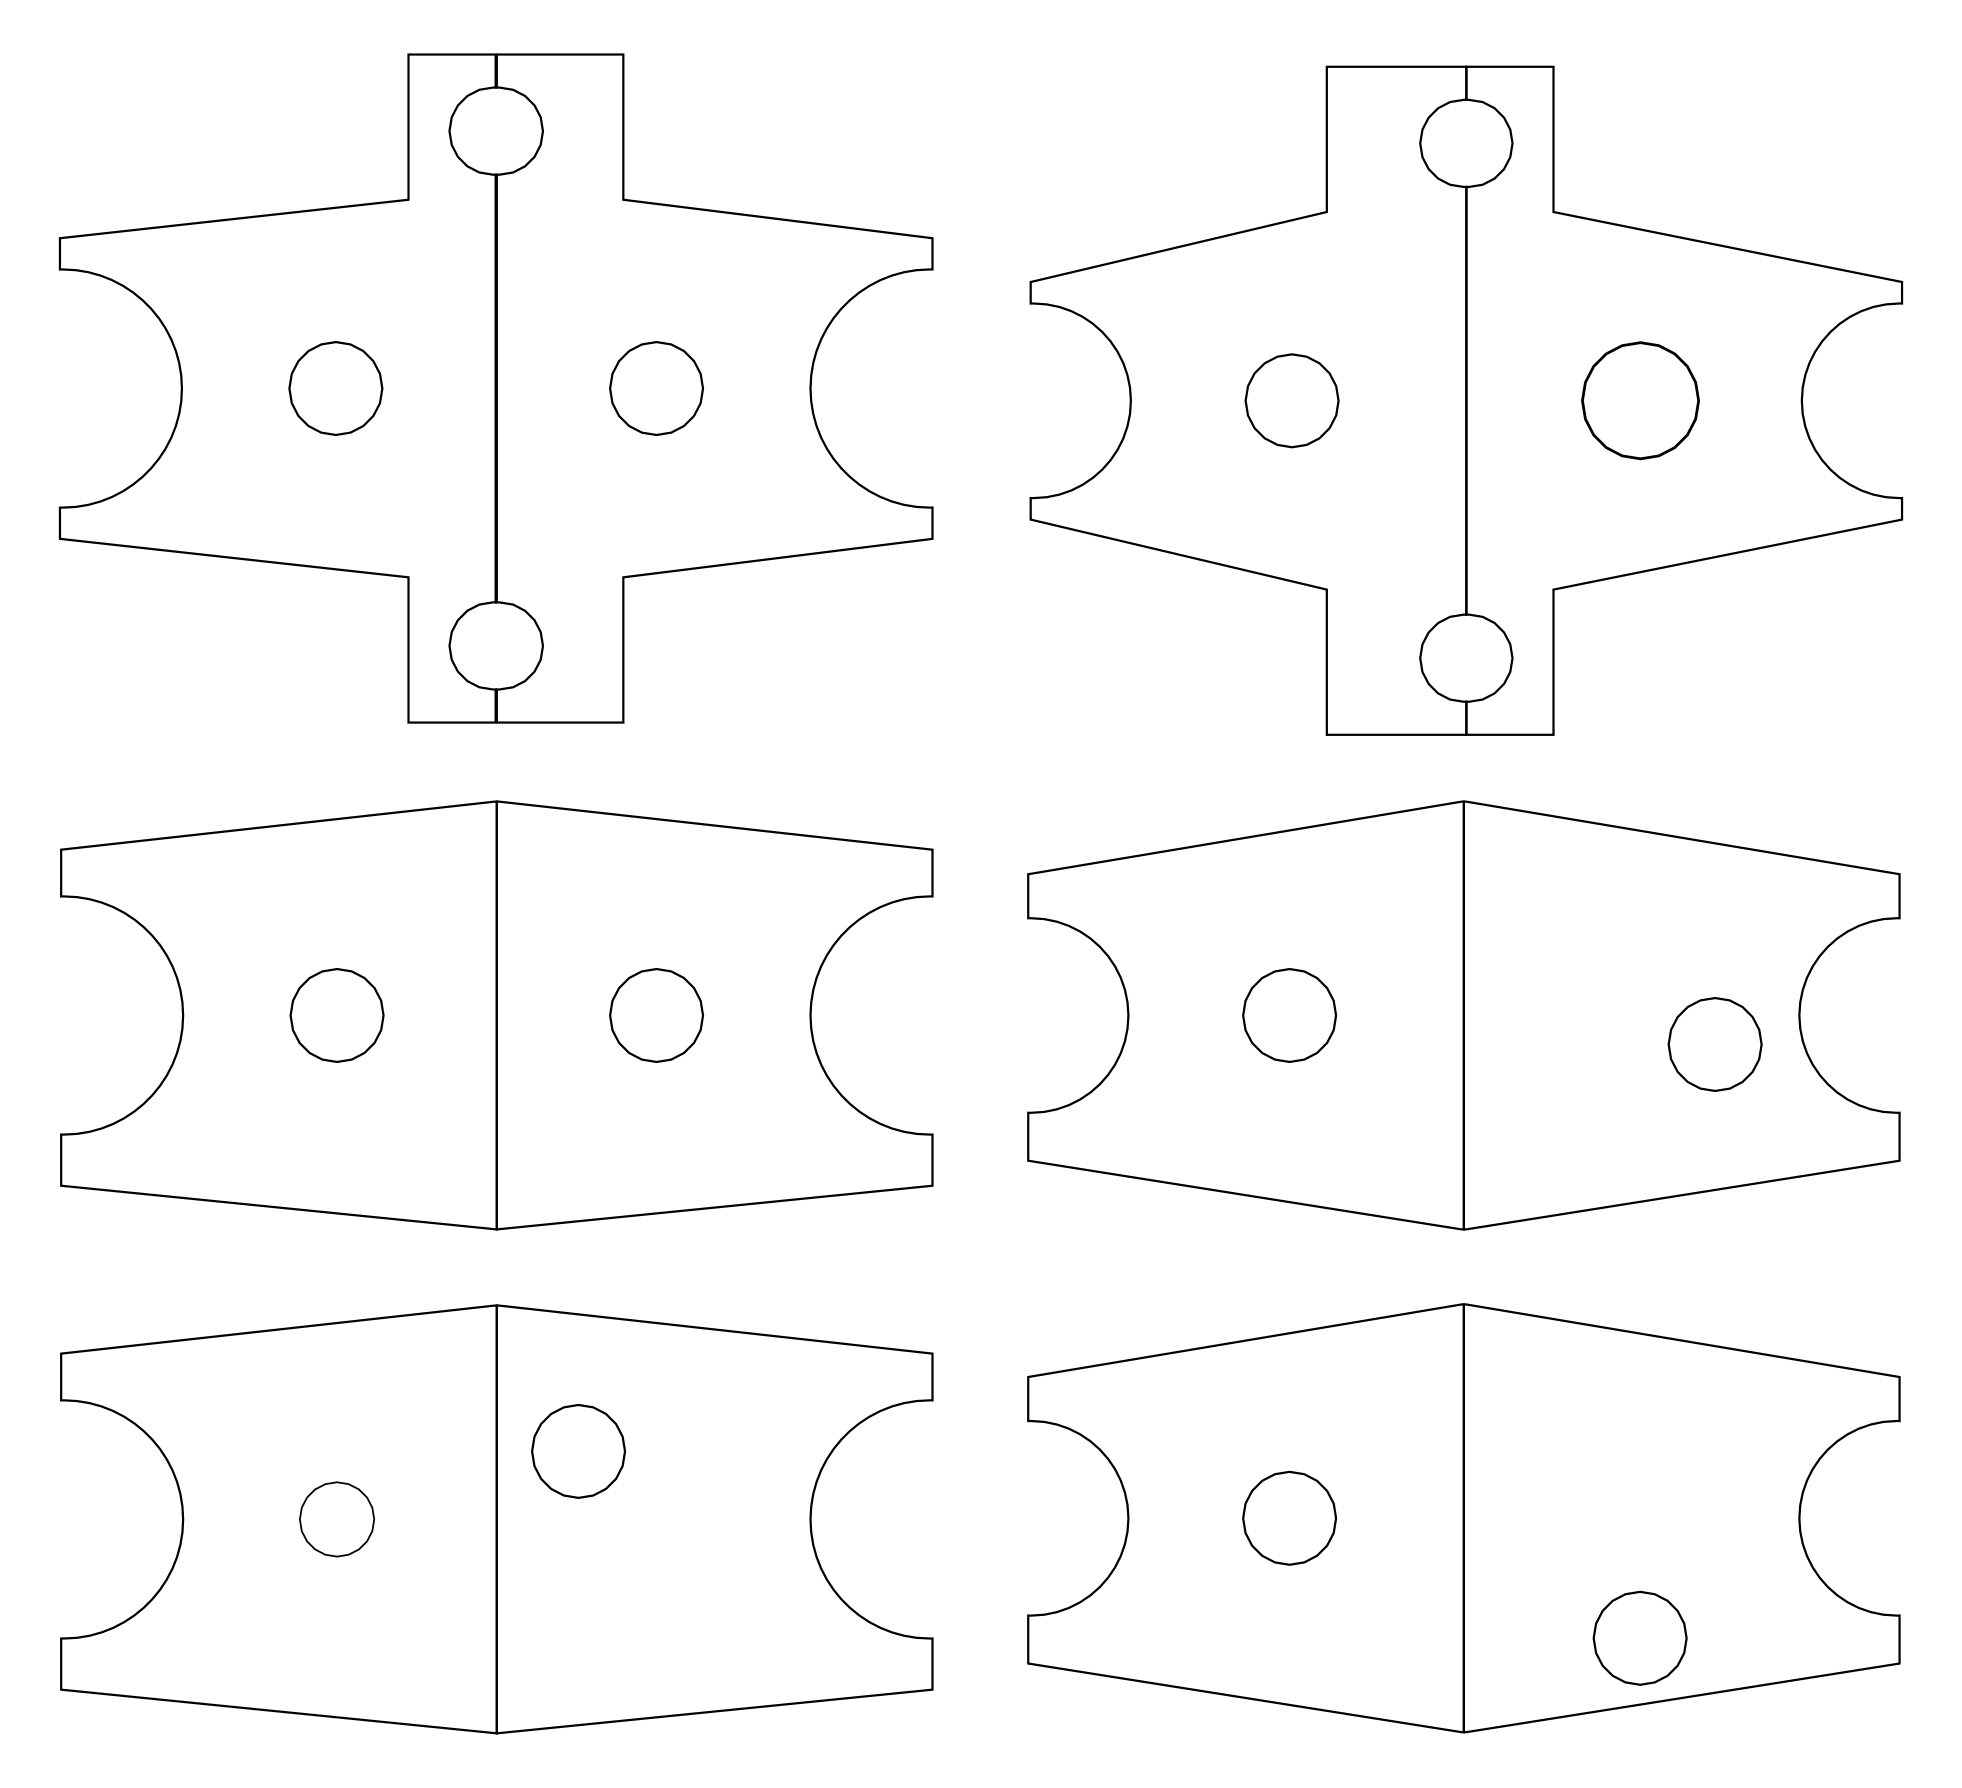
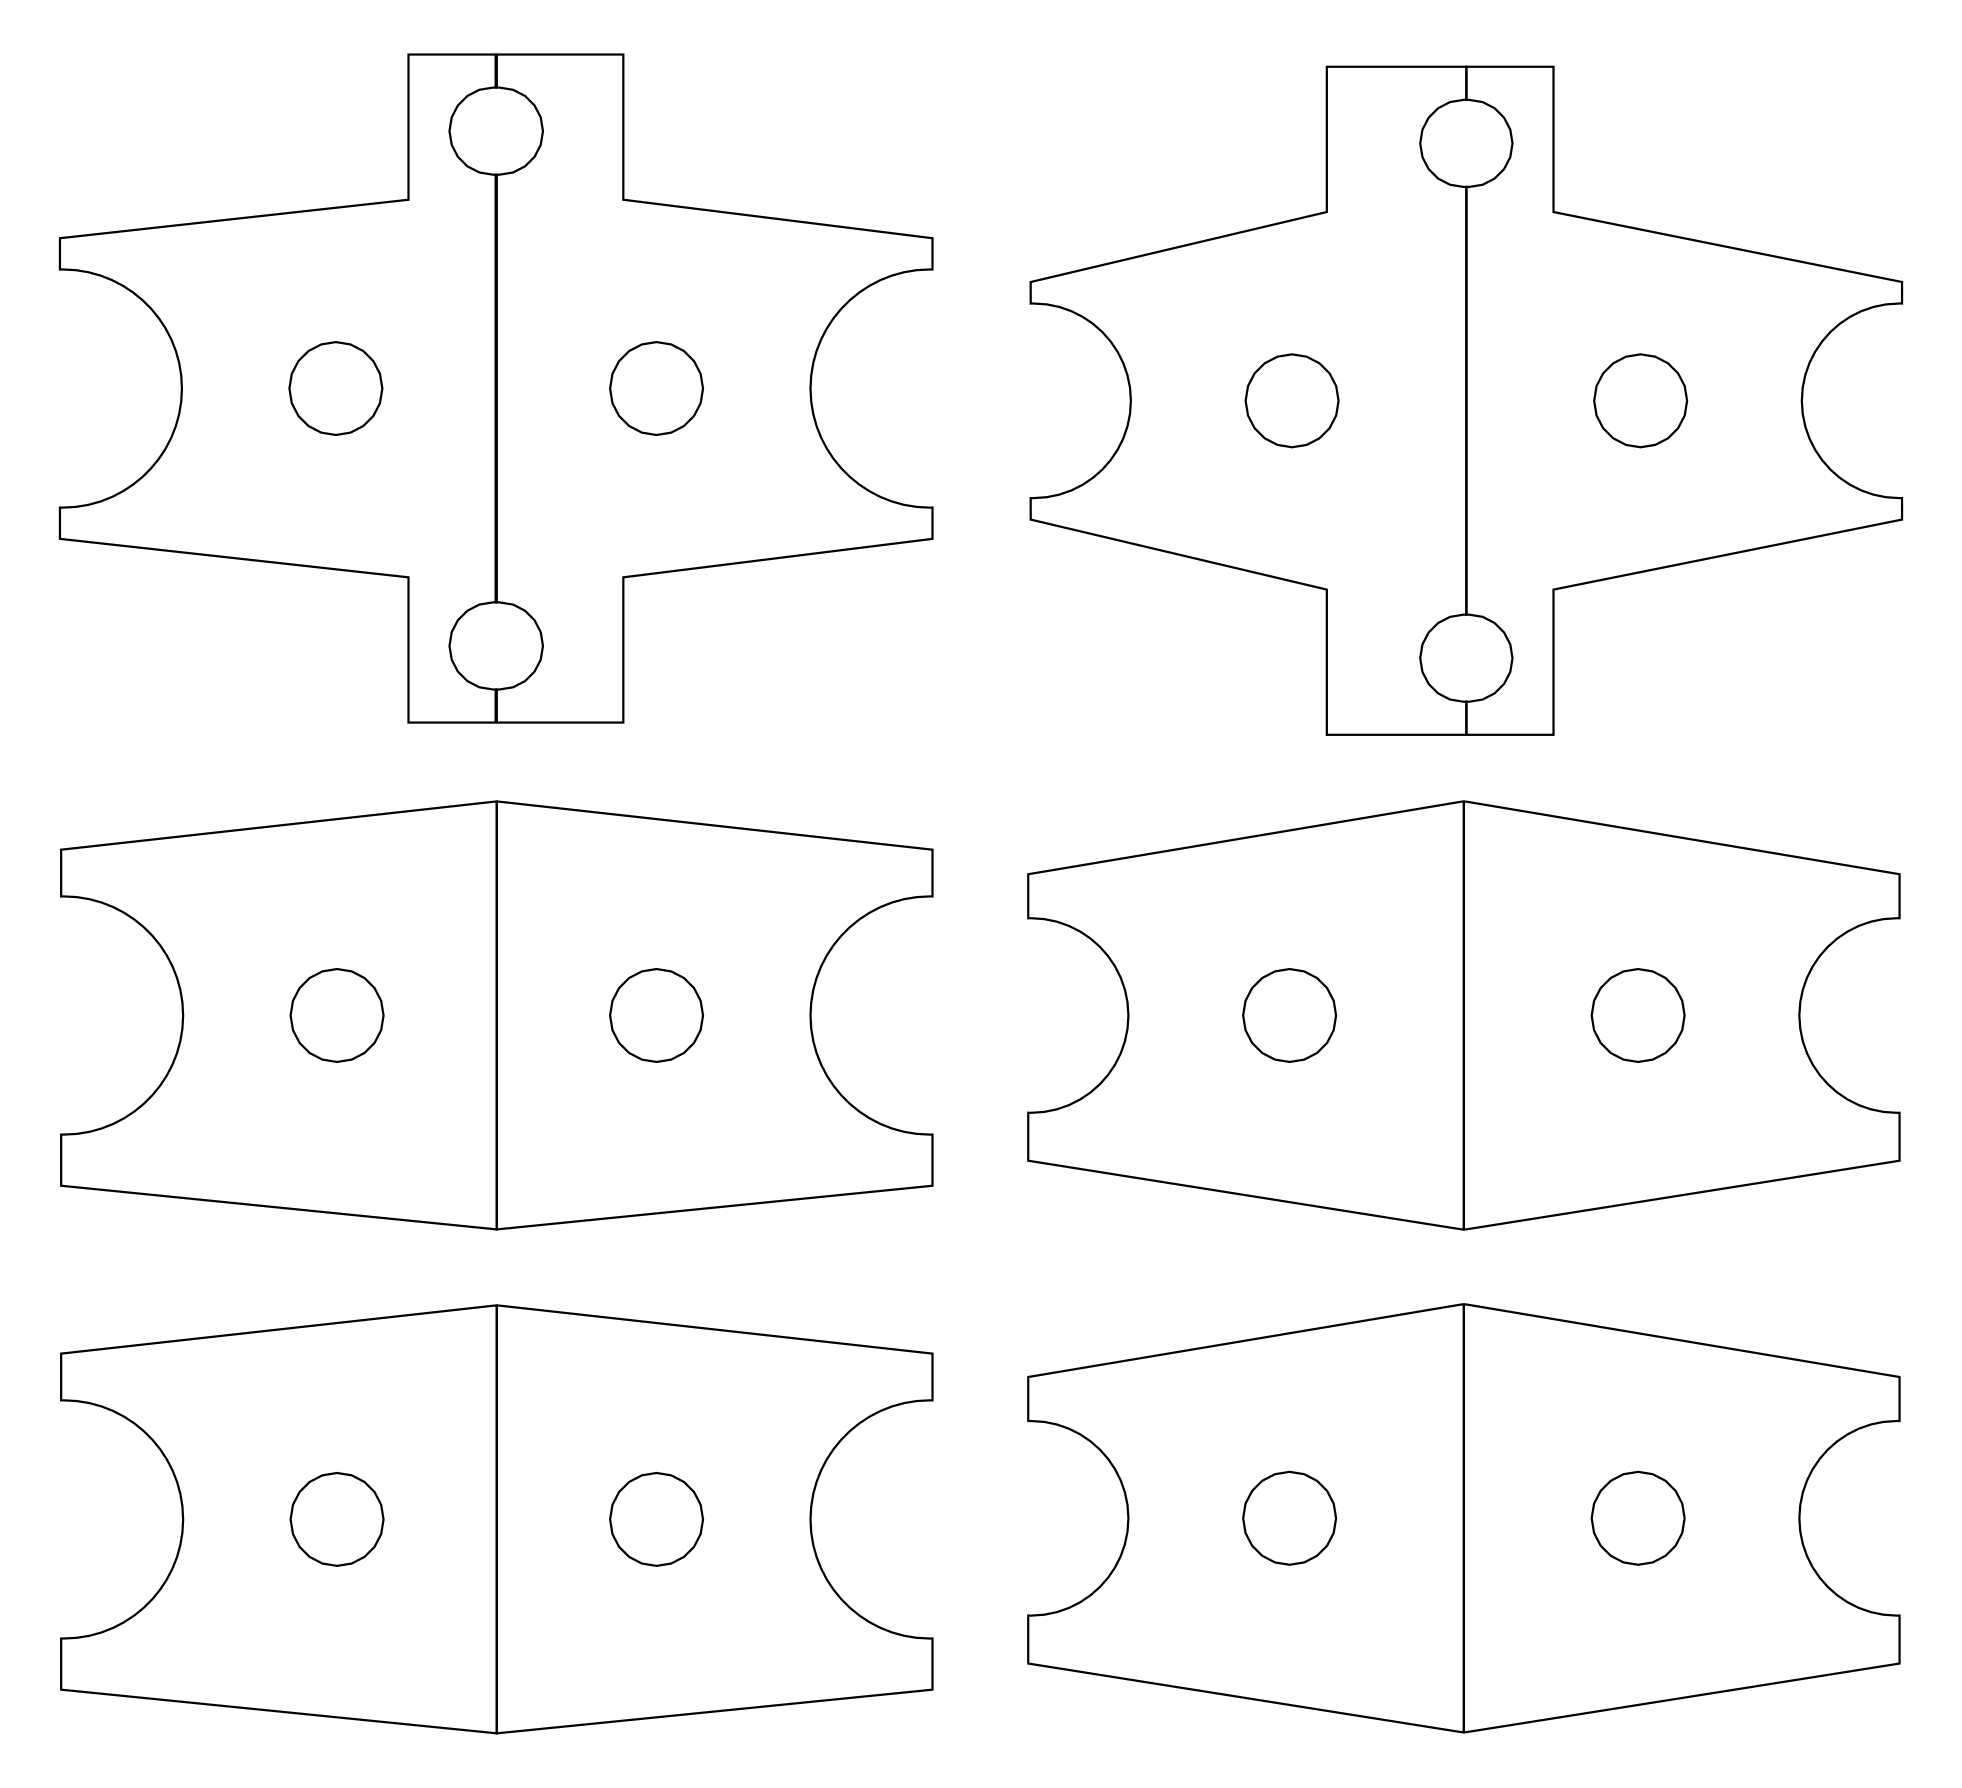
part at (1640, 400) size: 119x120 px -> 96x96 px
part at (1714, 1044) position: (1714, 1044) -> (1637, 1015)
part at (578, 1451) position: (578, 1451) -> (656, 1519)
part at (336, 1519) size: 76x77 px -> 96x95 px
part at (1639, 1637) position: (1639, 1637) -> (1637, 1517)
